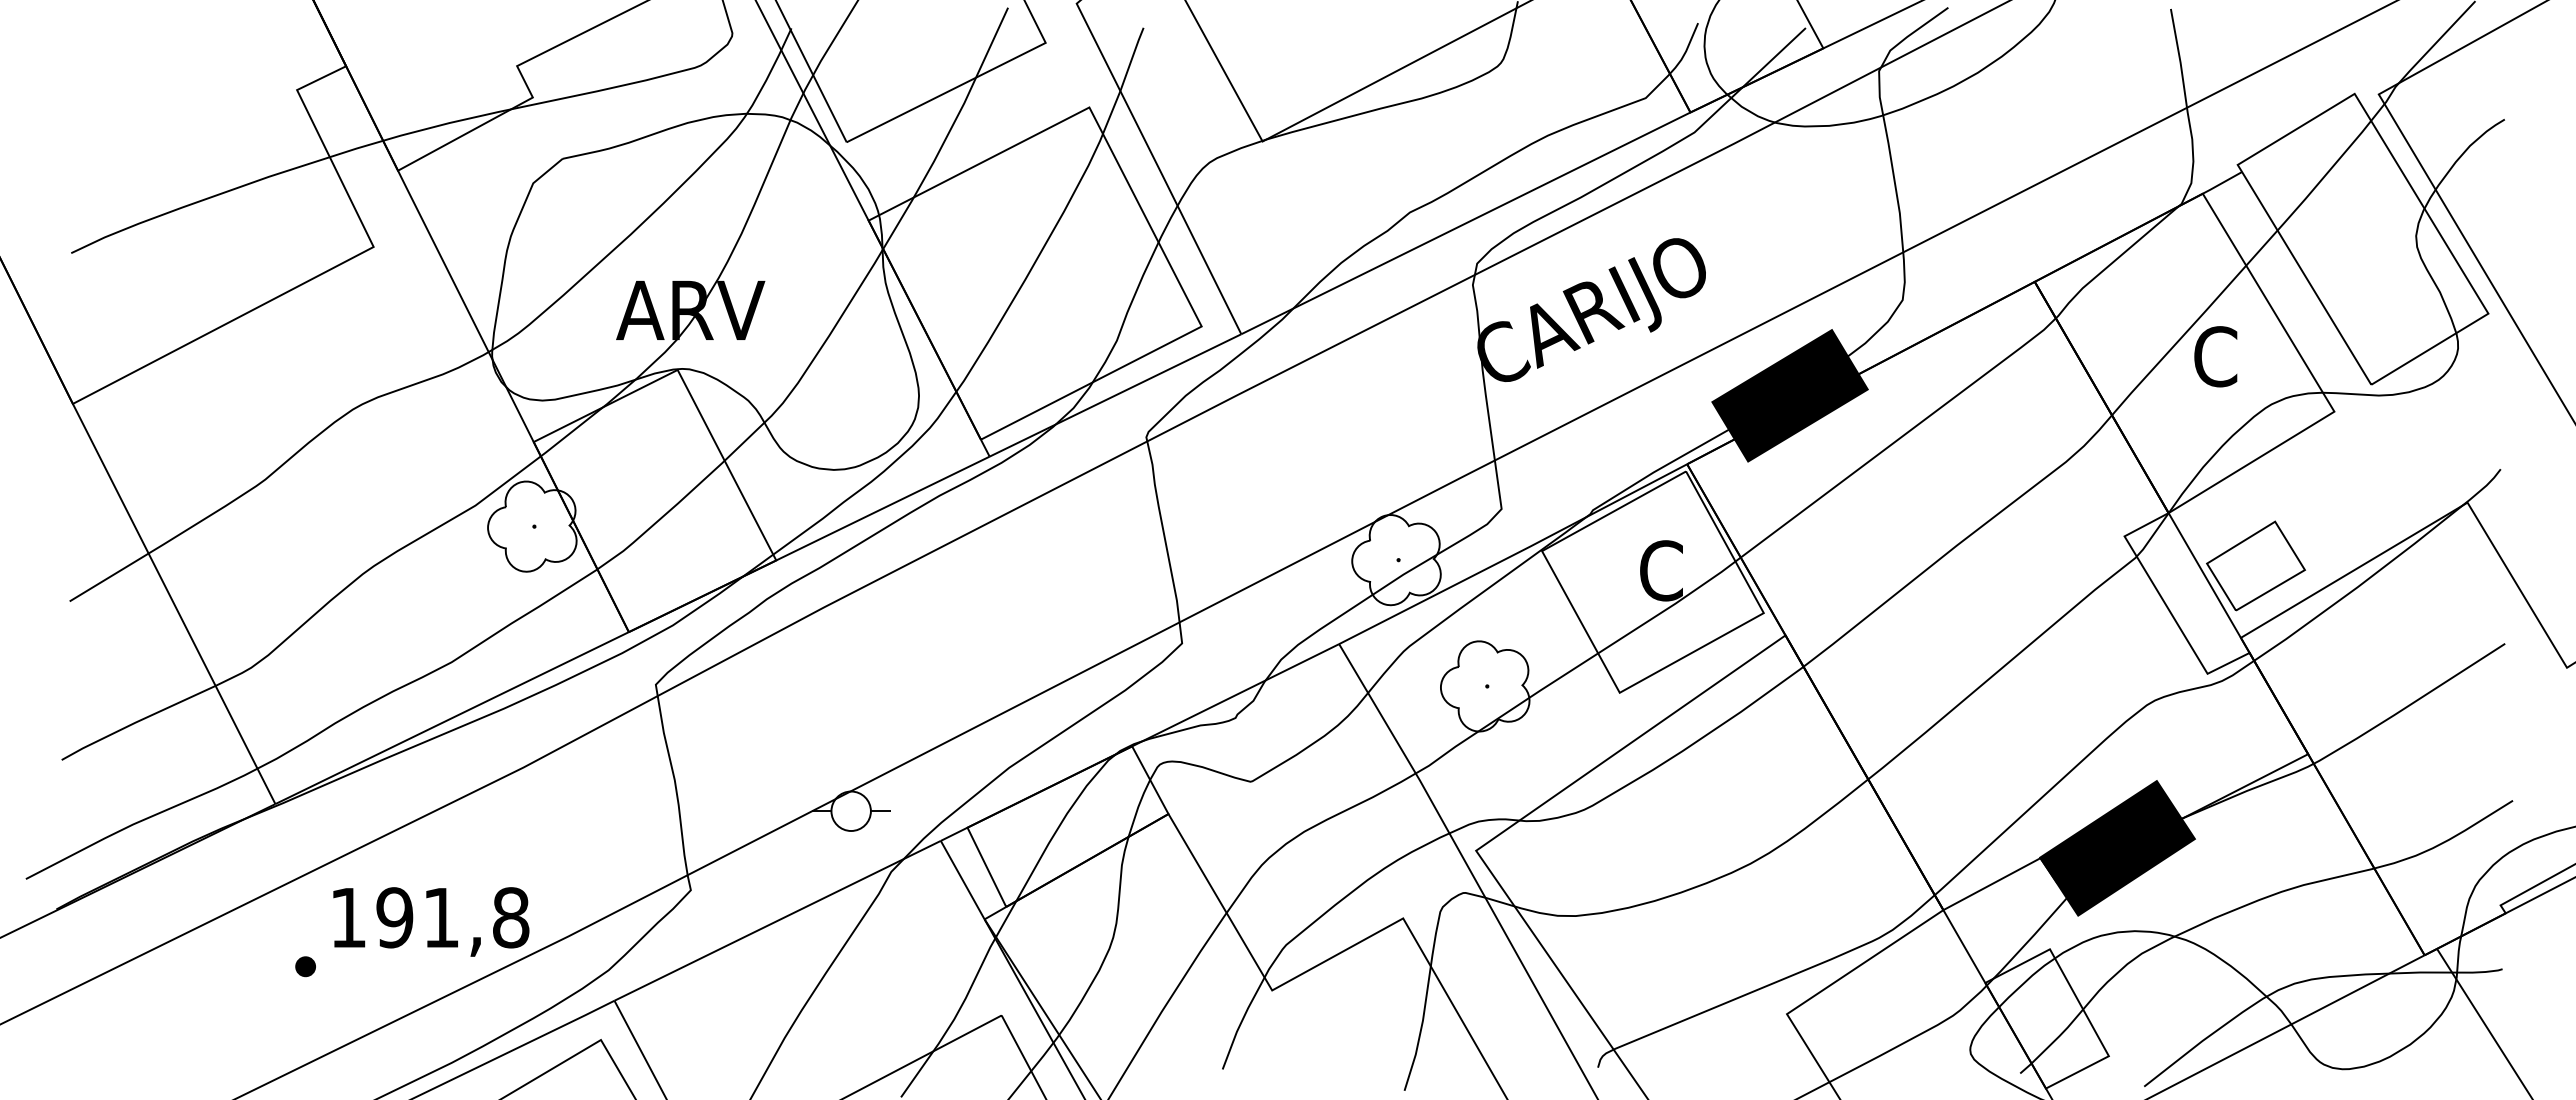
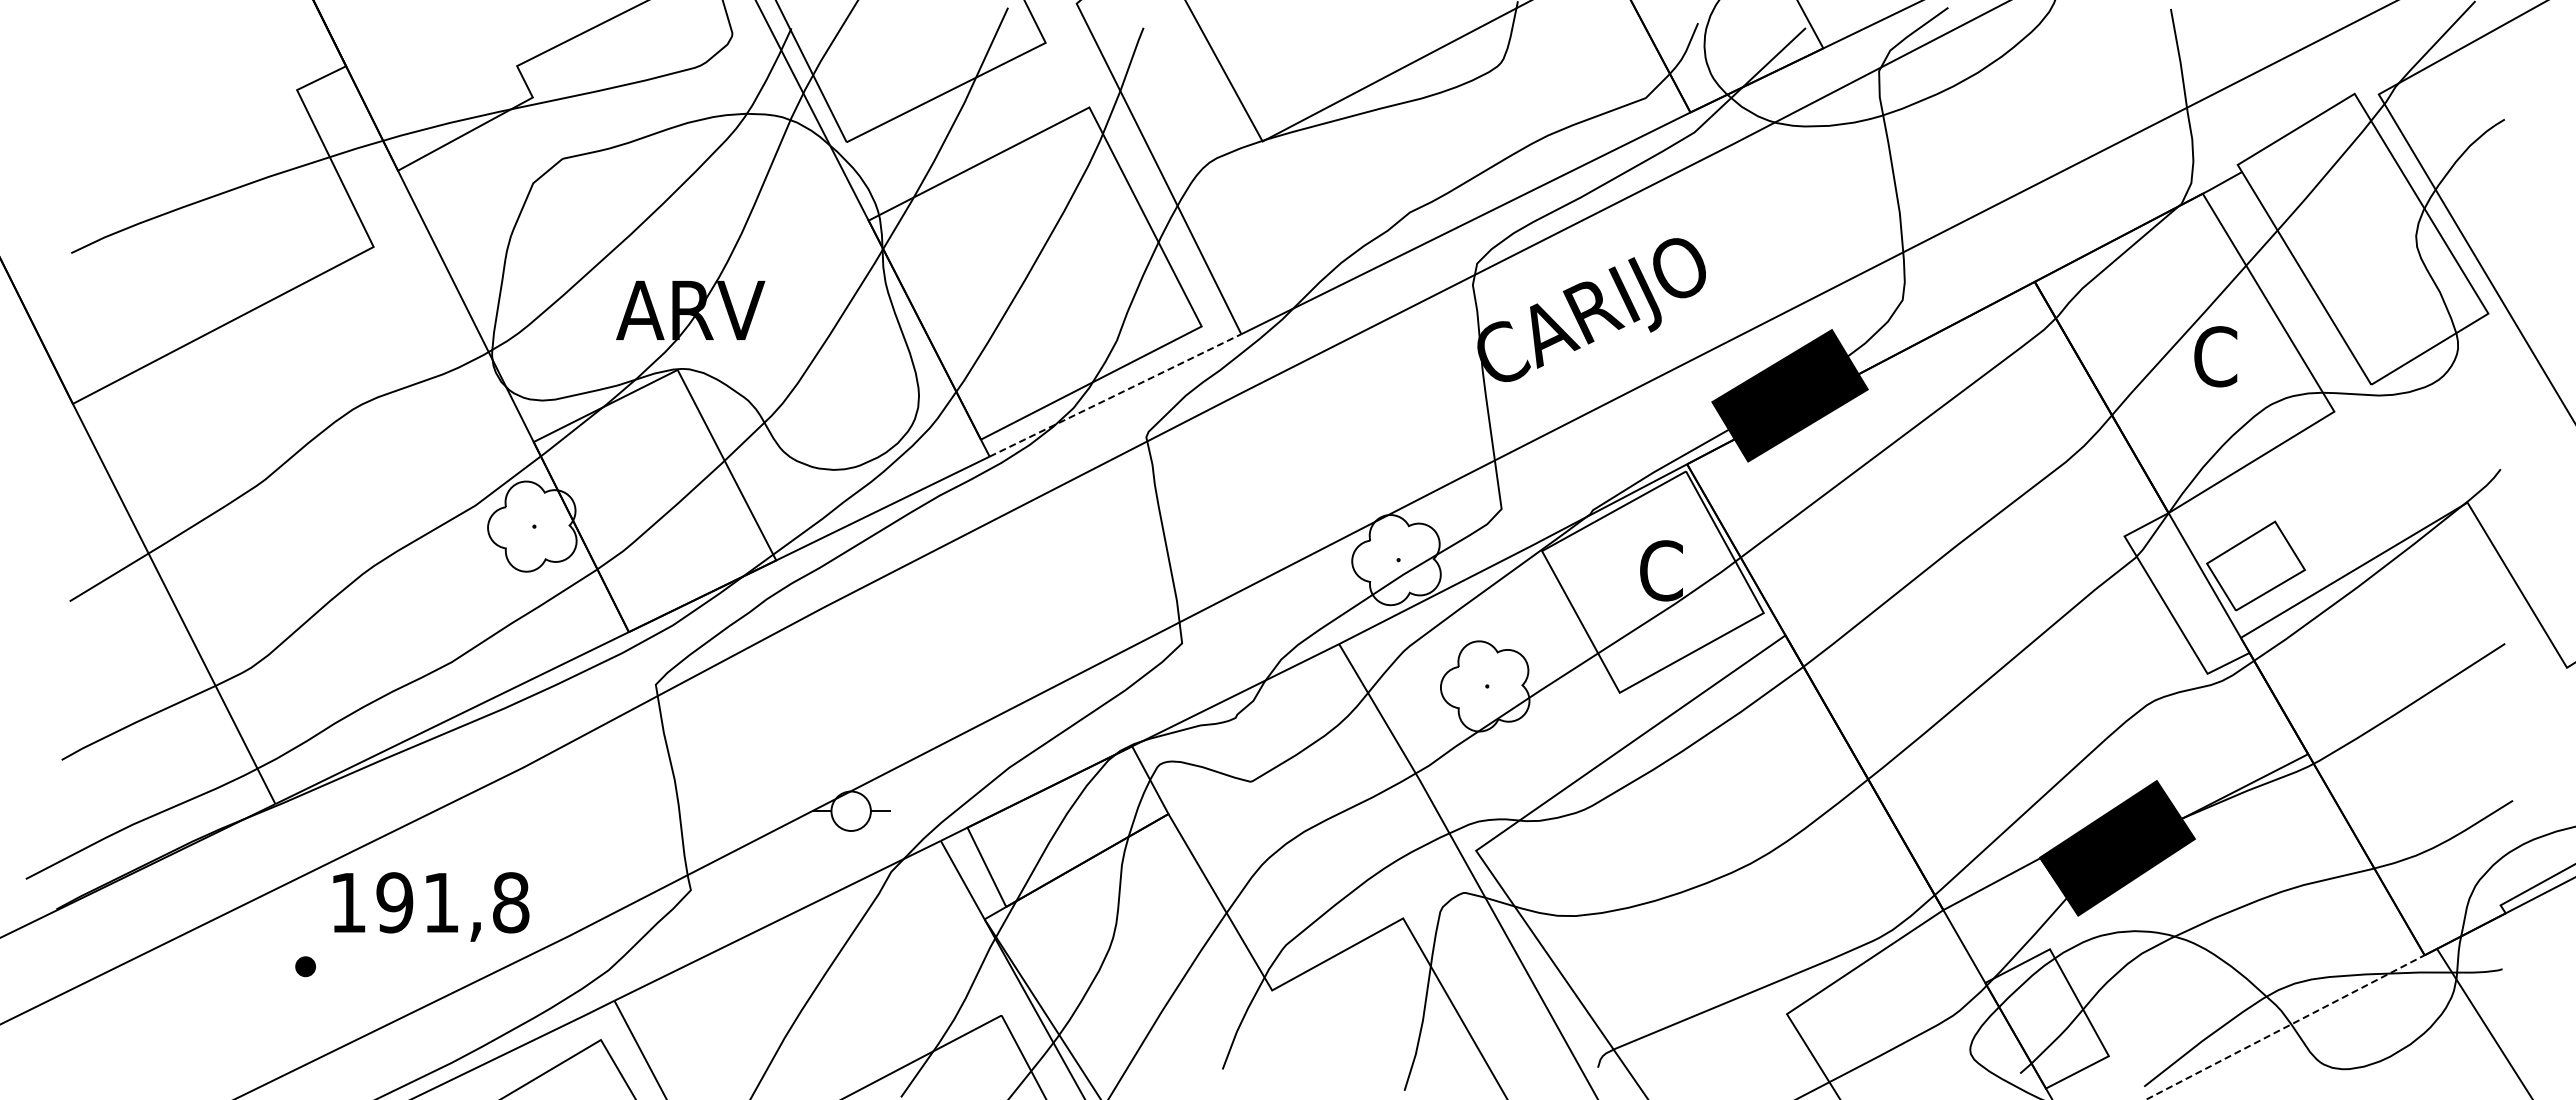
line at (1115, 395): solid -> dashed
text at (431, 921) position: (431, 921) -> (431, 906)
line at (2285, 1027): solid -> dashed
